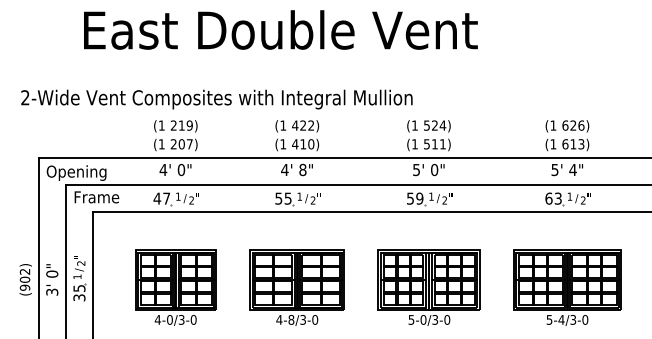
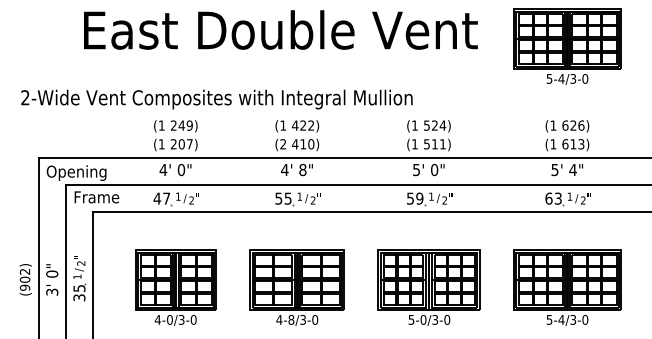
part at (567, 46): none -> present
text at (181, 125): 219) -> 249)
text at (282, 144): (1 -> (2
